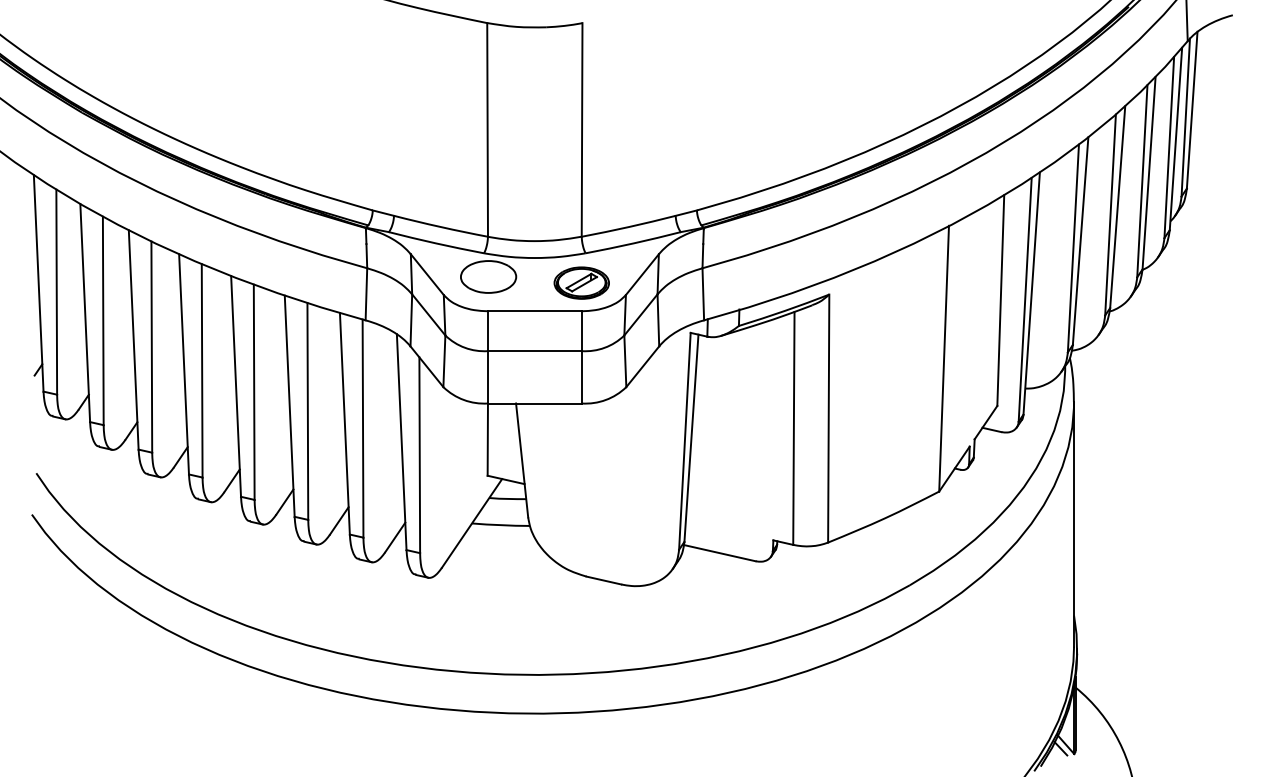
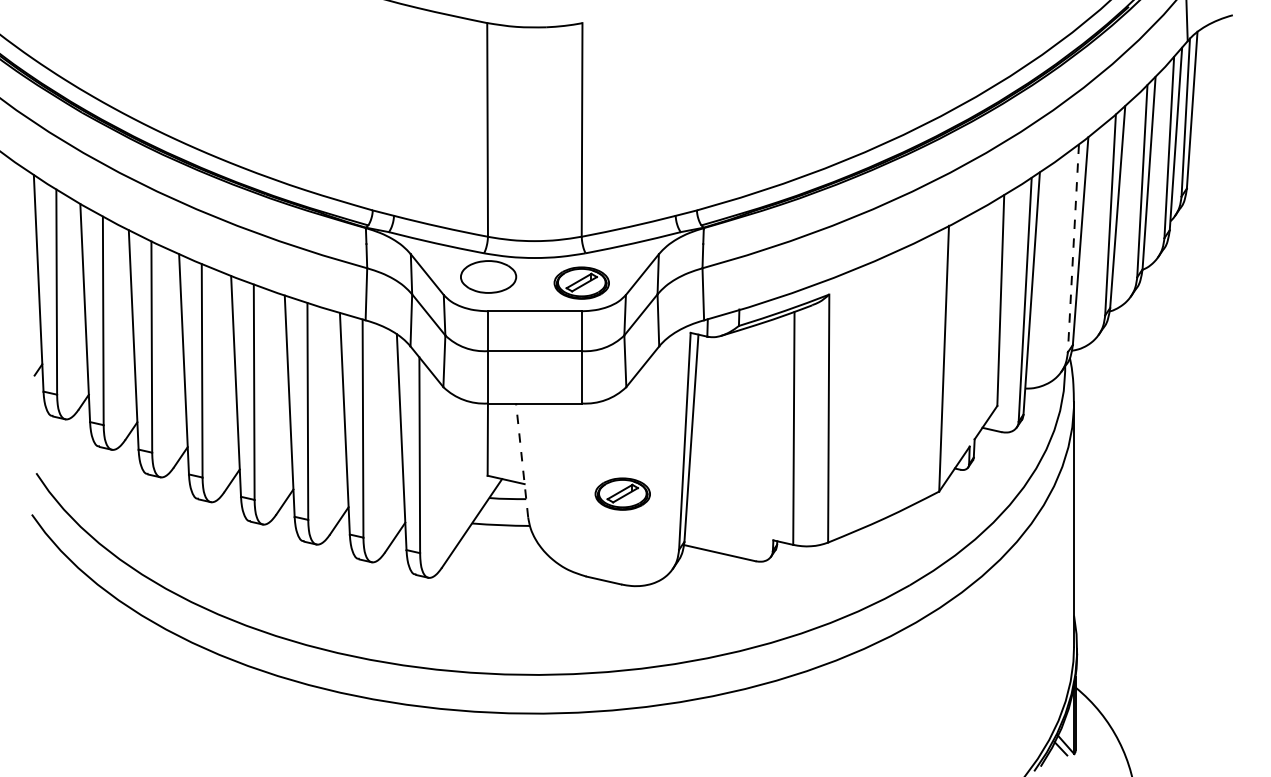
line at (1073, 249): solid -> dashed
line at (522, 459): solid -> dashed
part at (622, 493): none -> present
